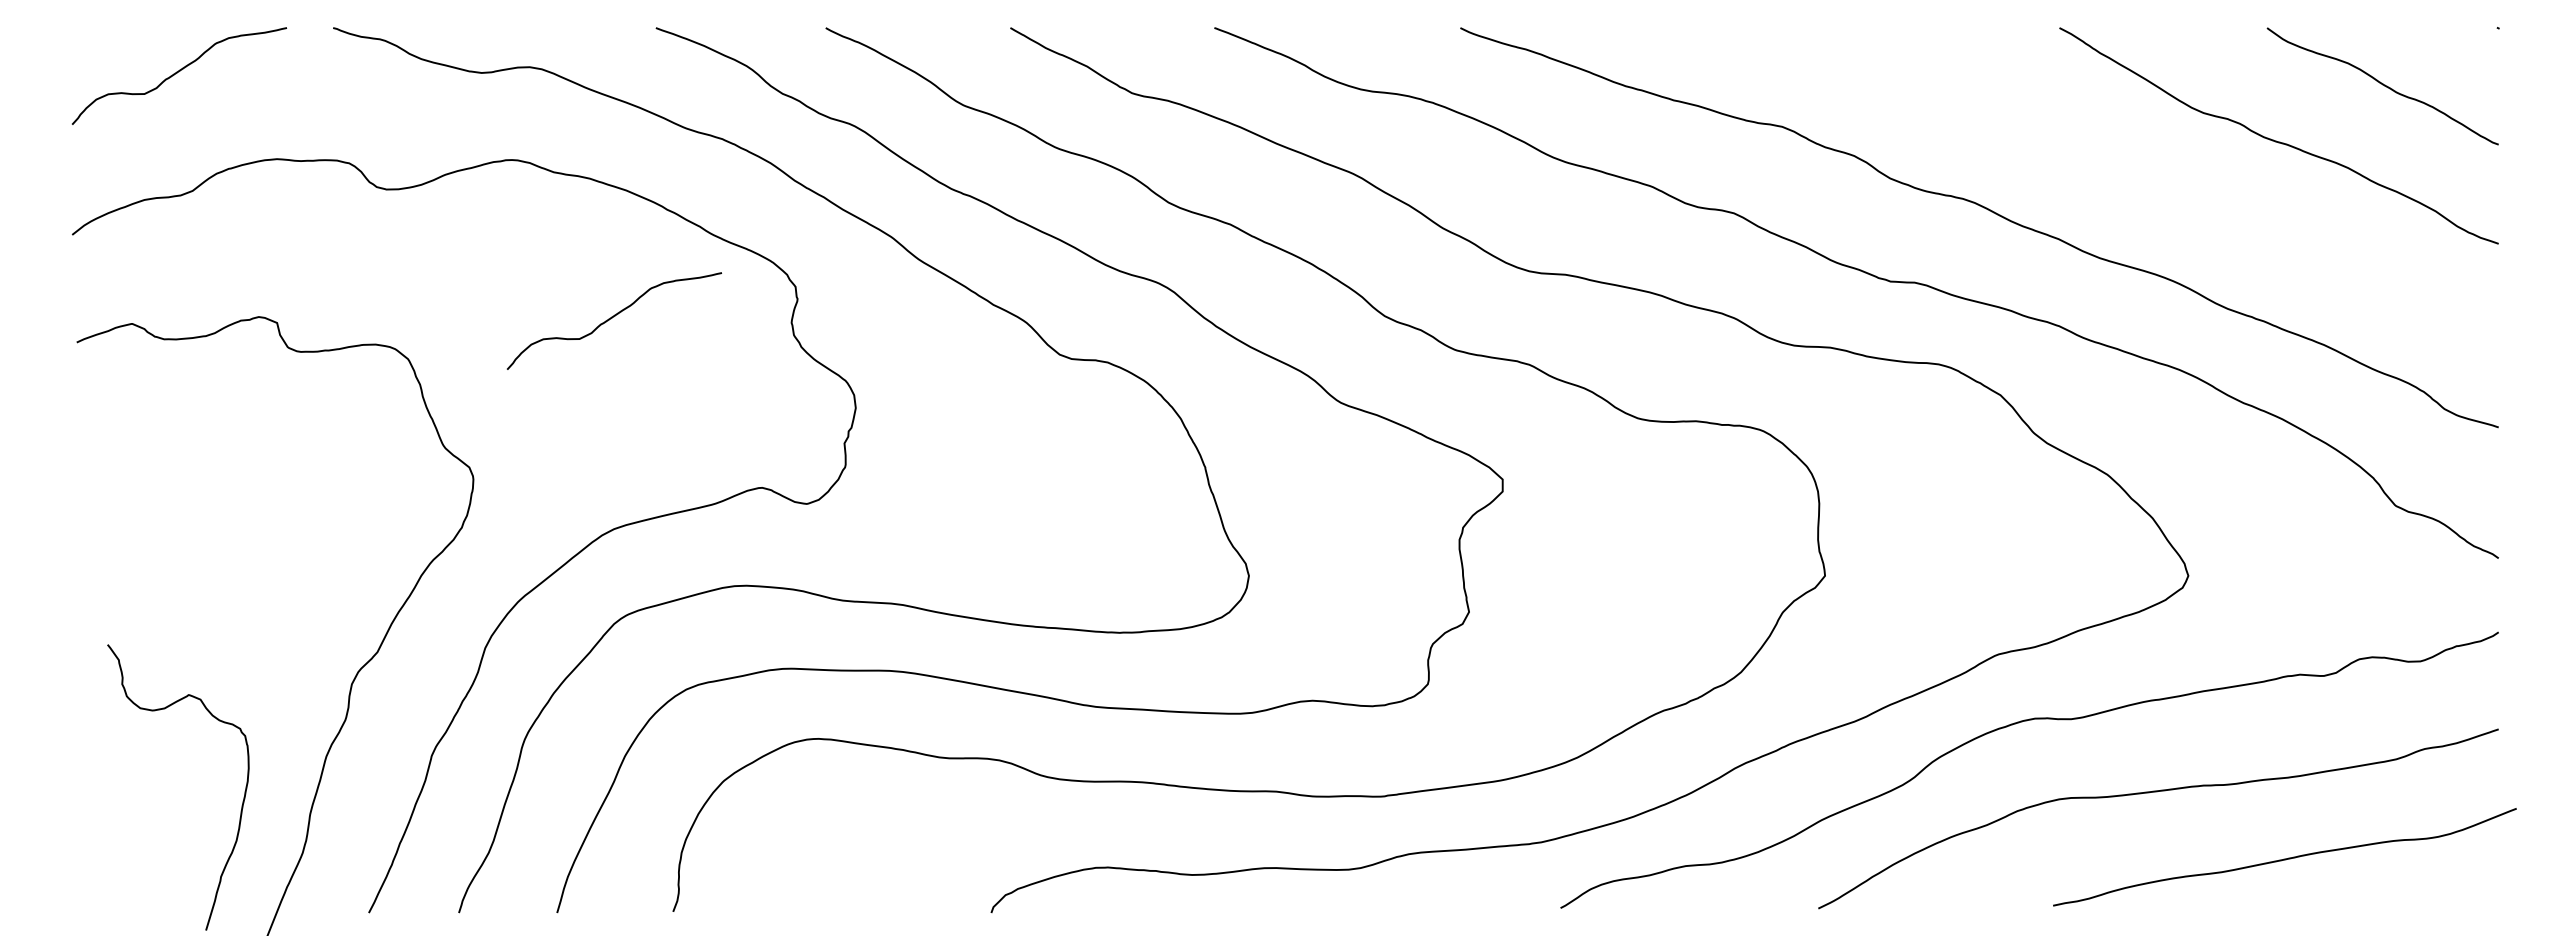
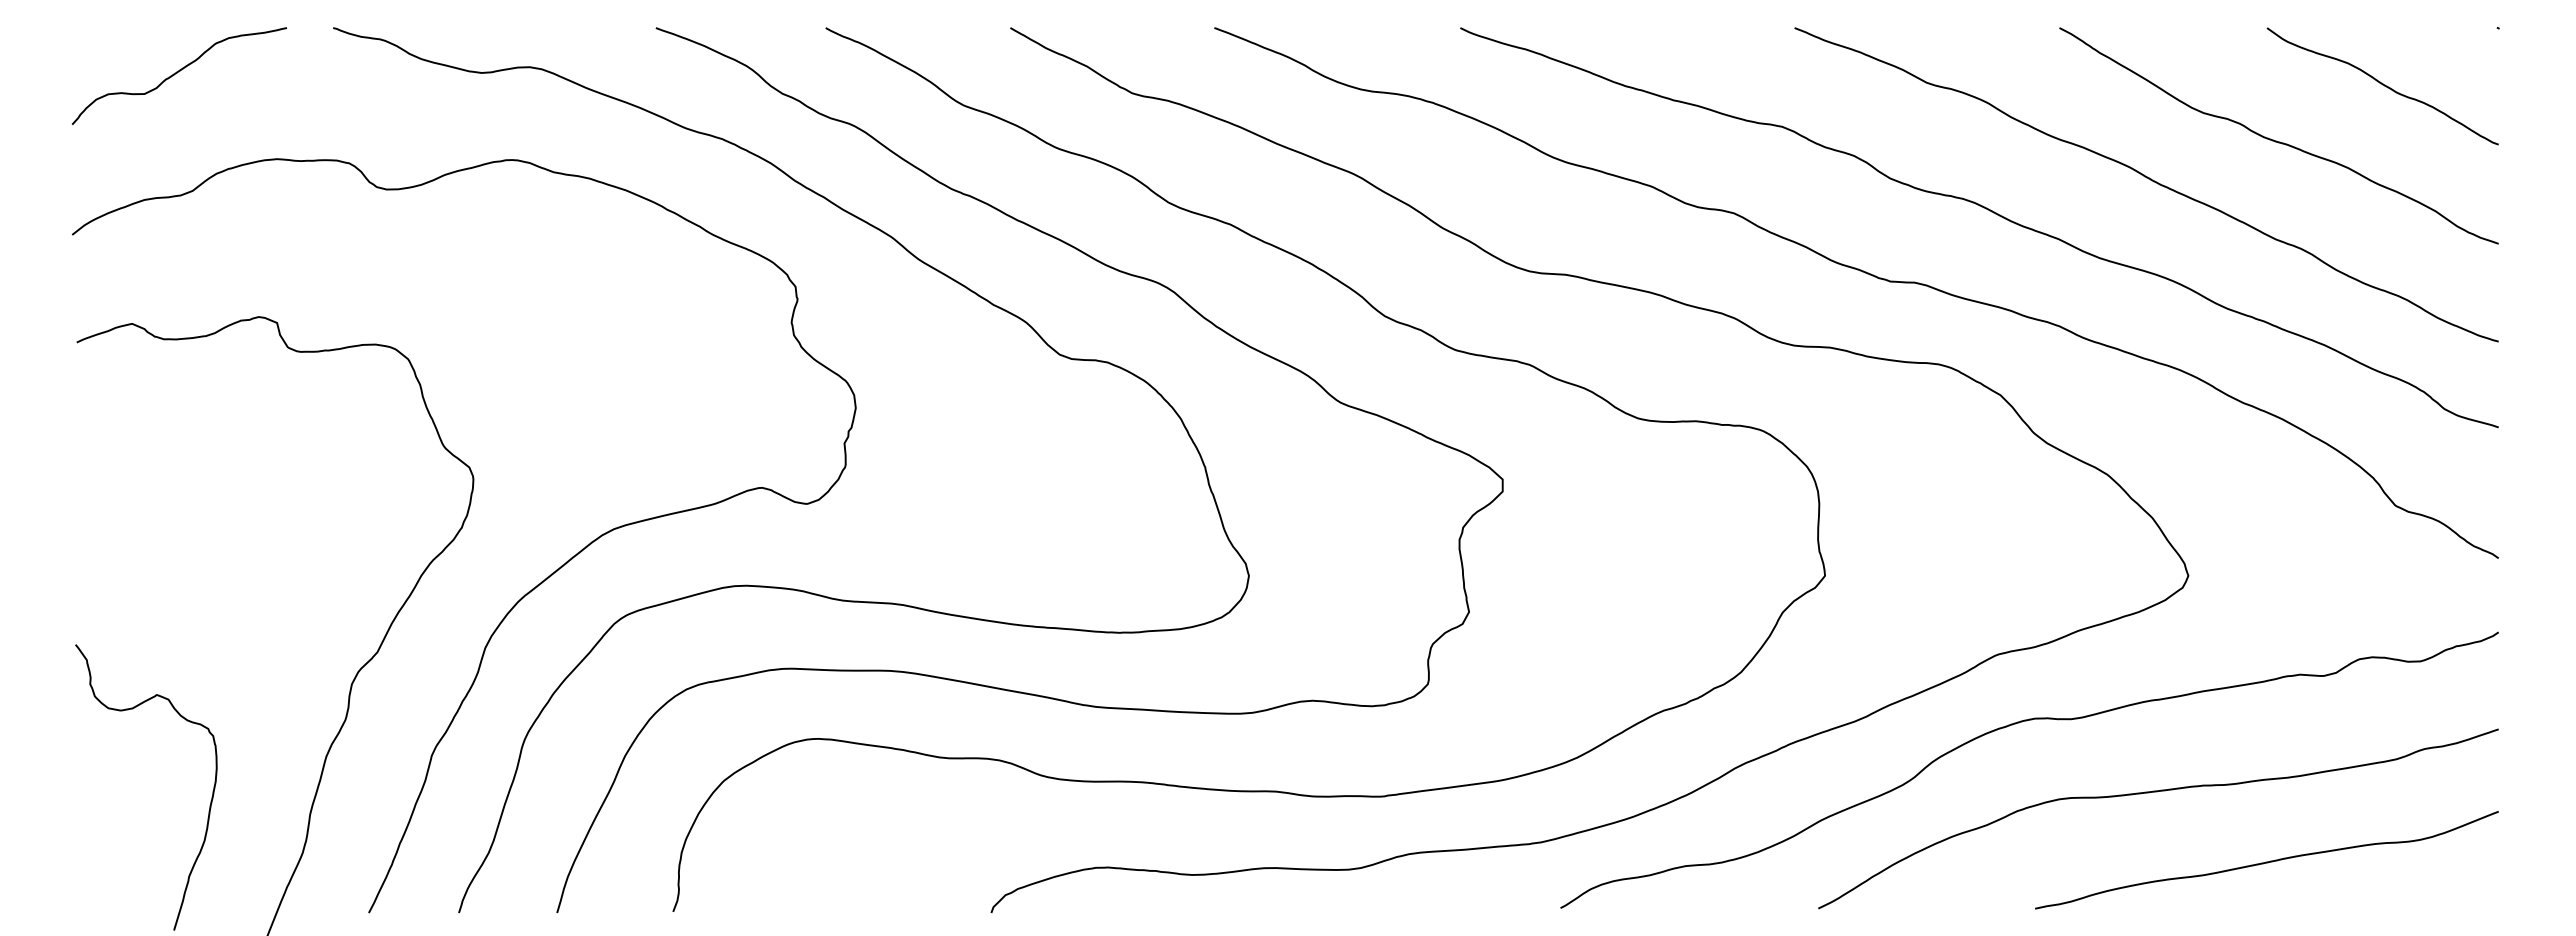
curve at (2148, 179): none -> present
curve at (612, 318): present -> none
curve at (242, 801) position: (242, 801) -> (210, 801)
curve at (2284, 858) position: (2284, 858) -> (2266, 861)
